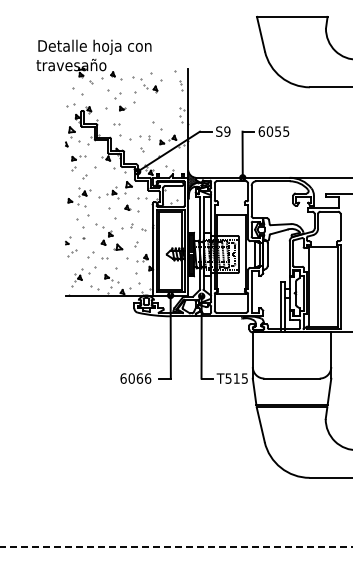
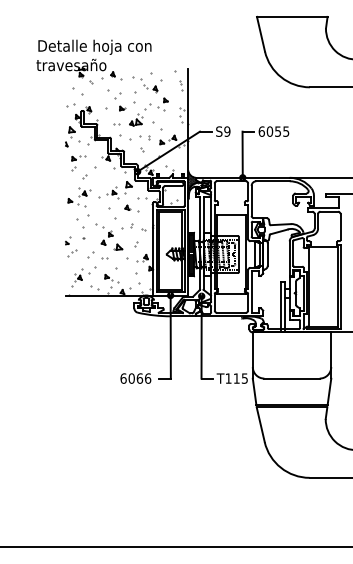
part at (148, 111): none -> present
text at (228, 378): T515 -> T115
line at (176, 547): dashed -> solid
